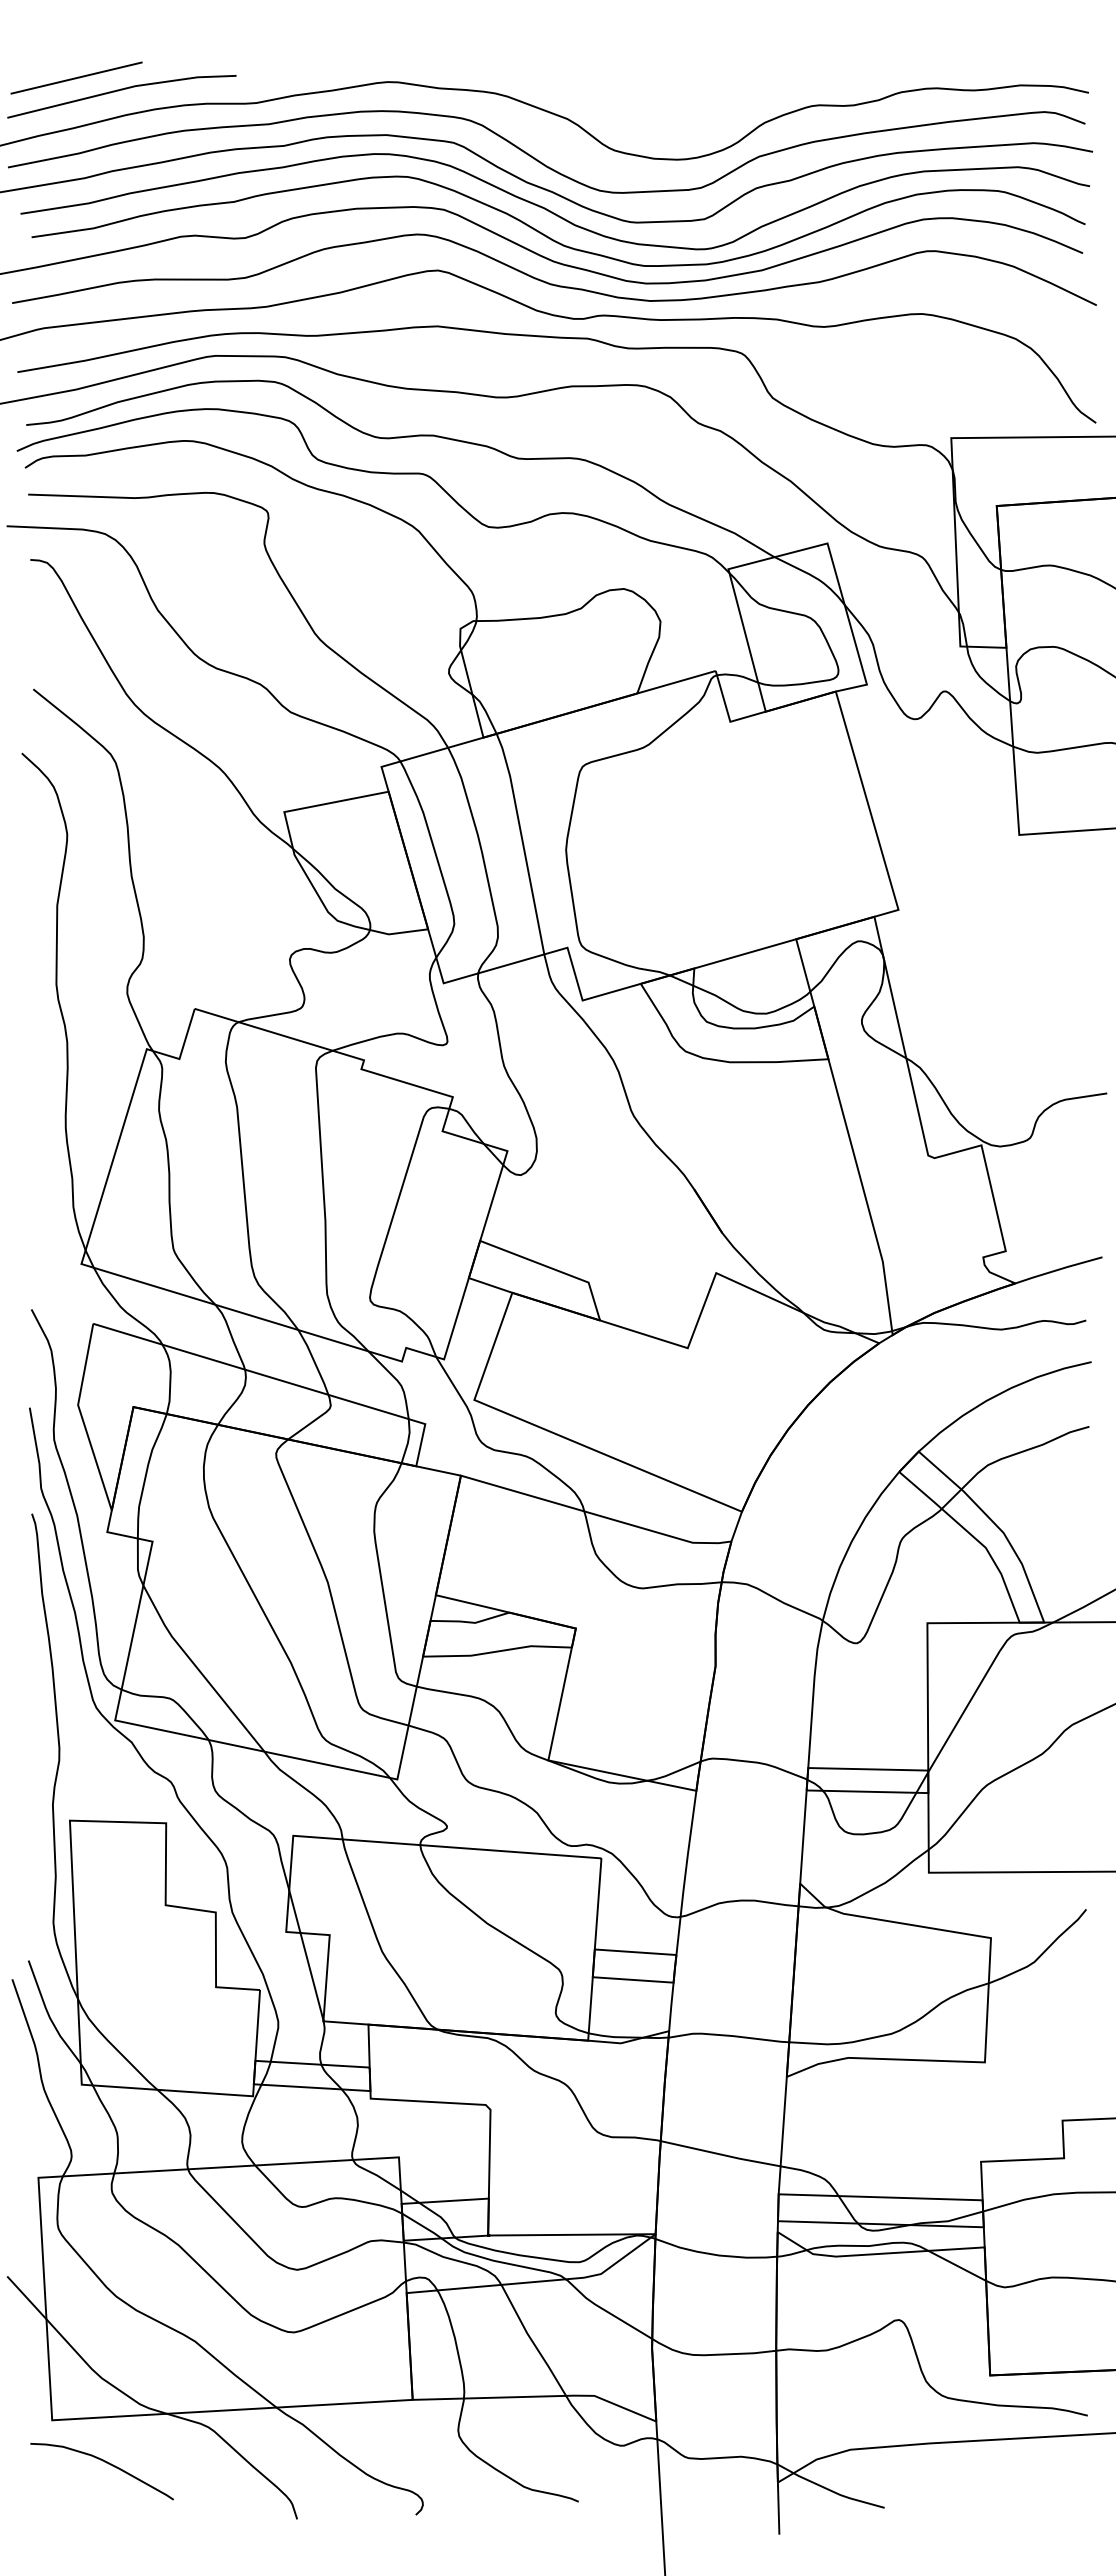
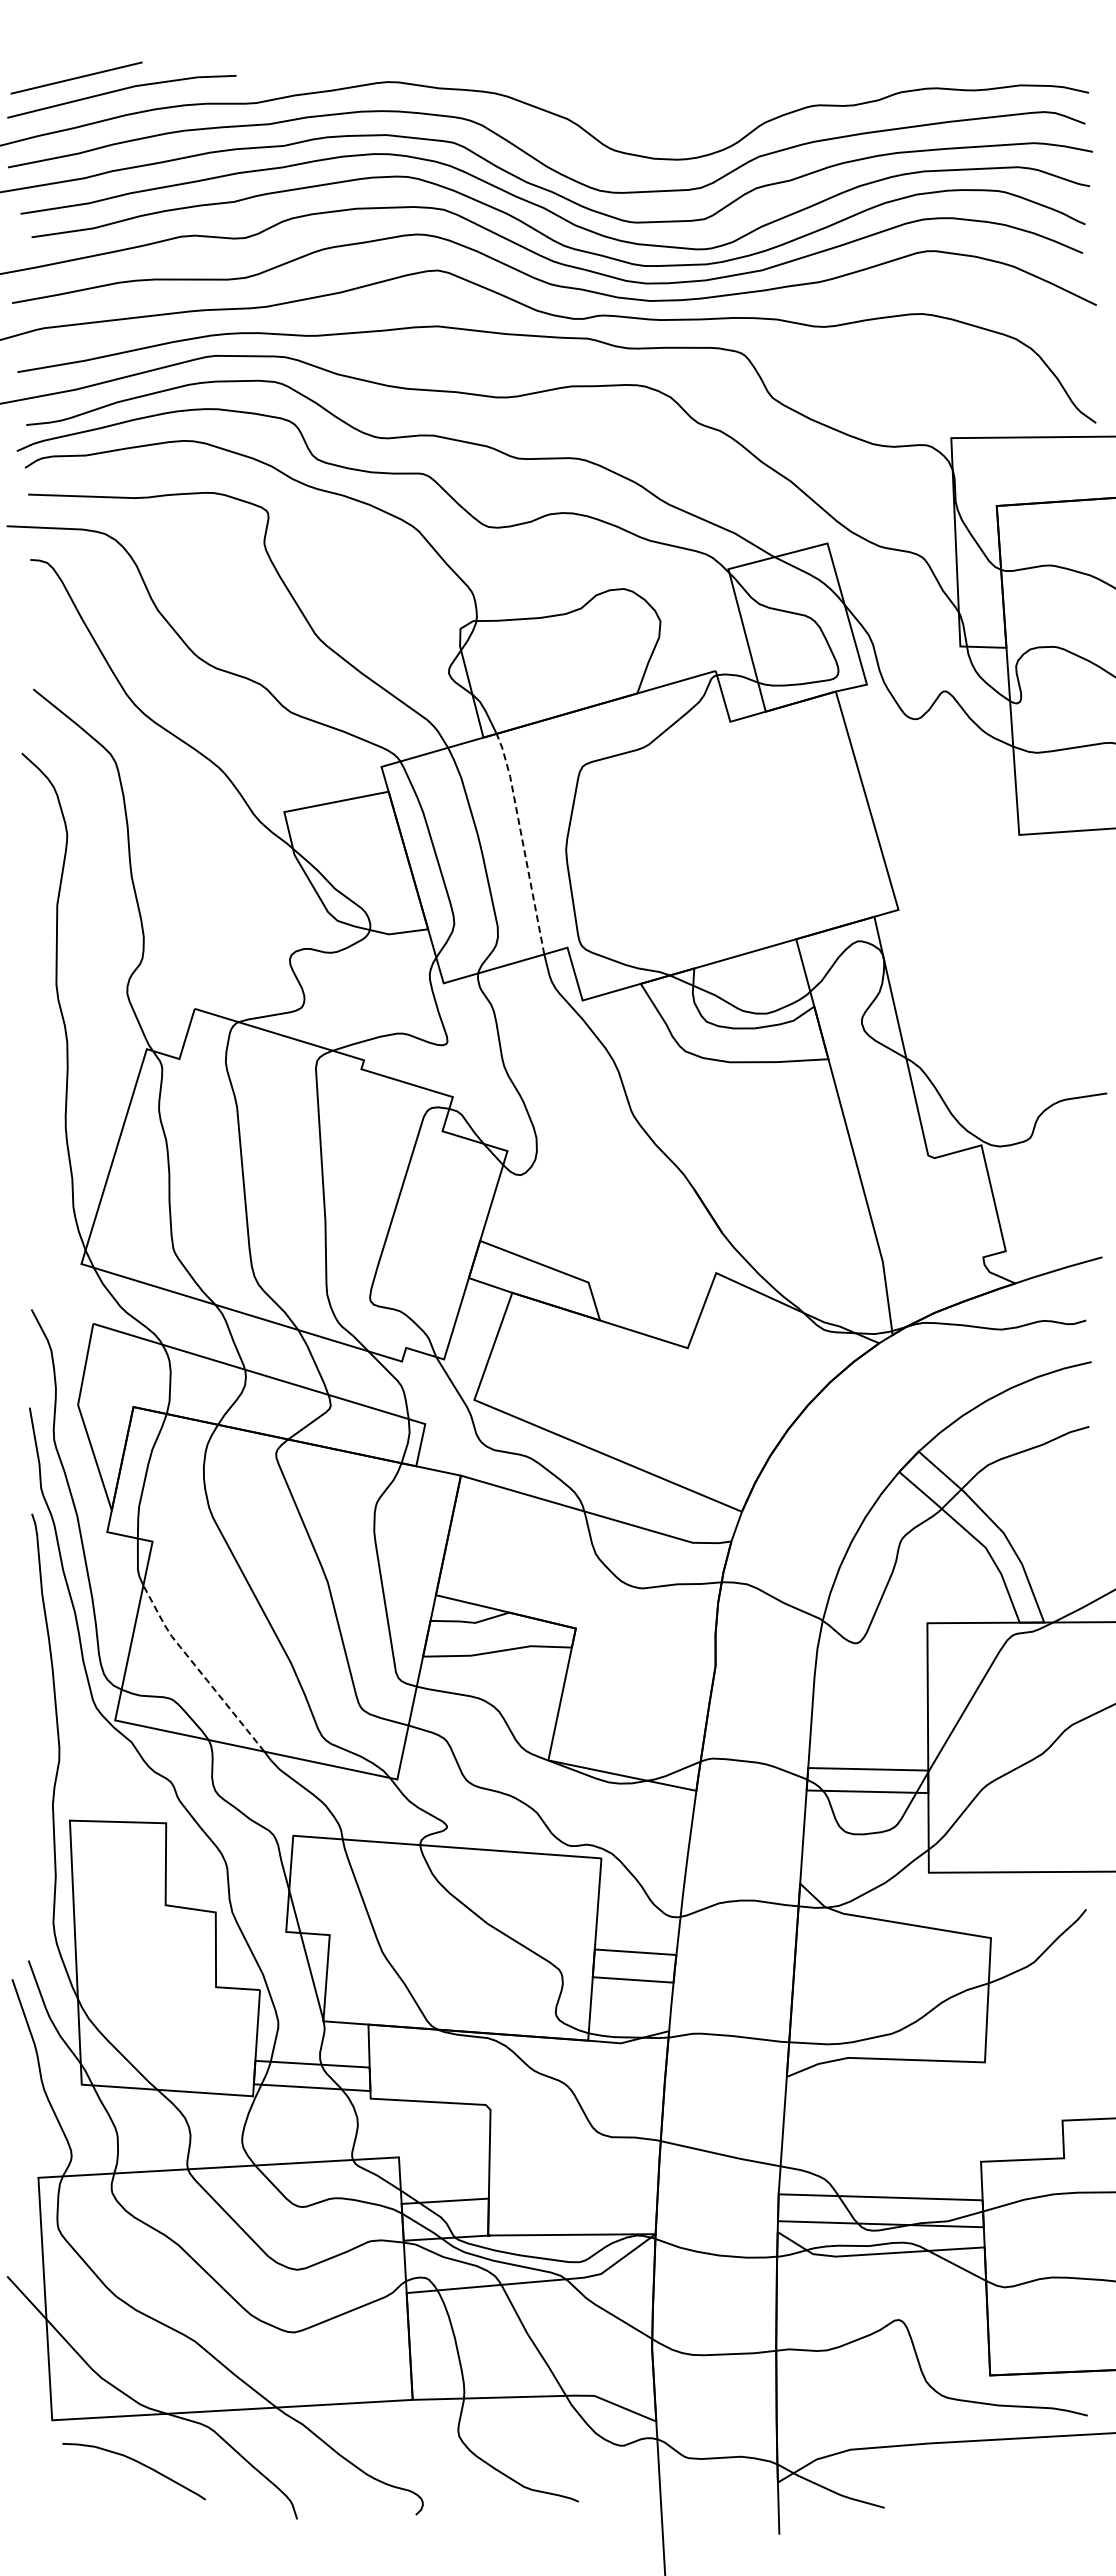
line at (522, 841): solid -> dashed
line at (198, 1669): solid -> dashed
curve at (106, 2463) position: (106, 2463) -> (138, 2463)
